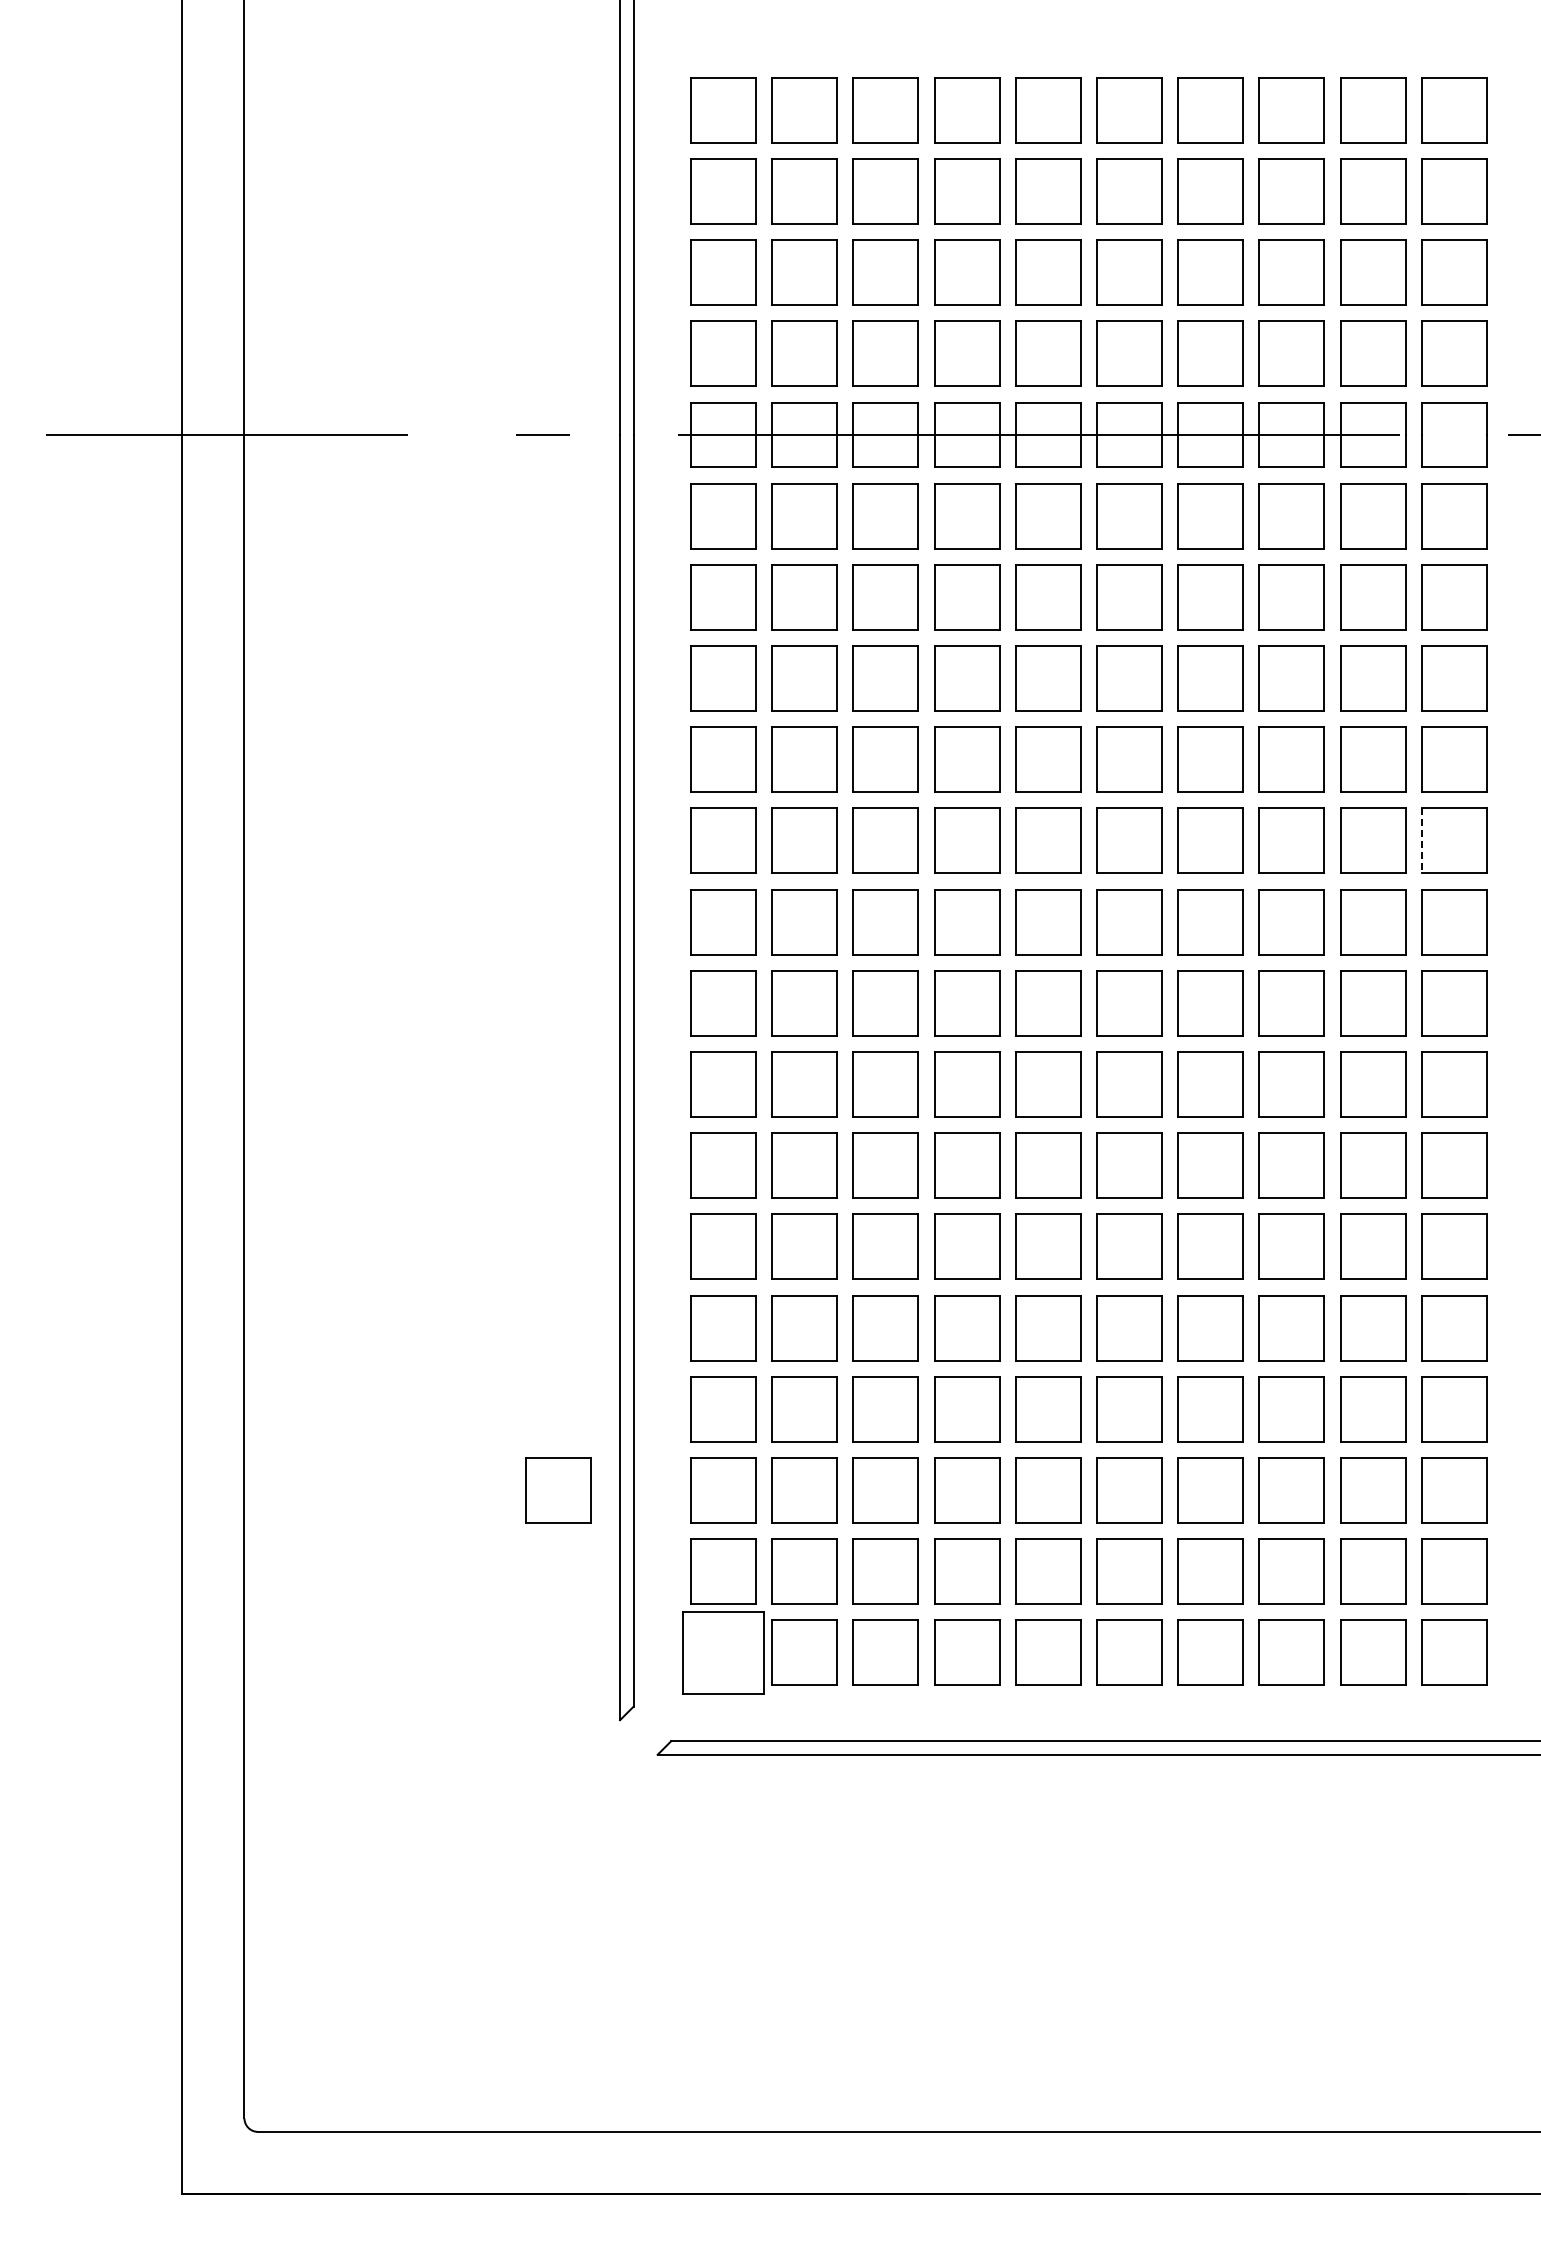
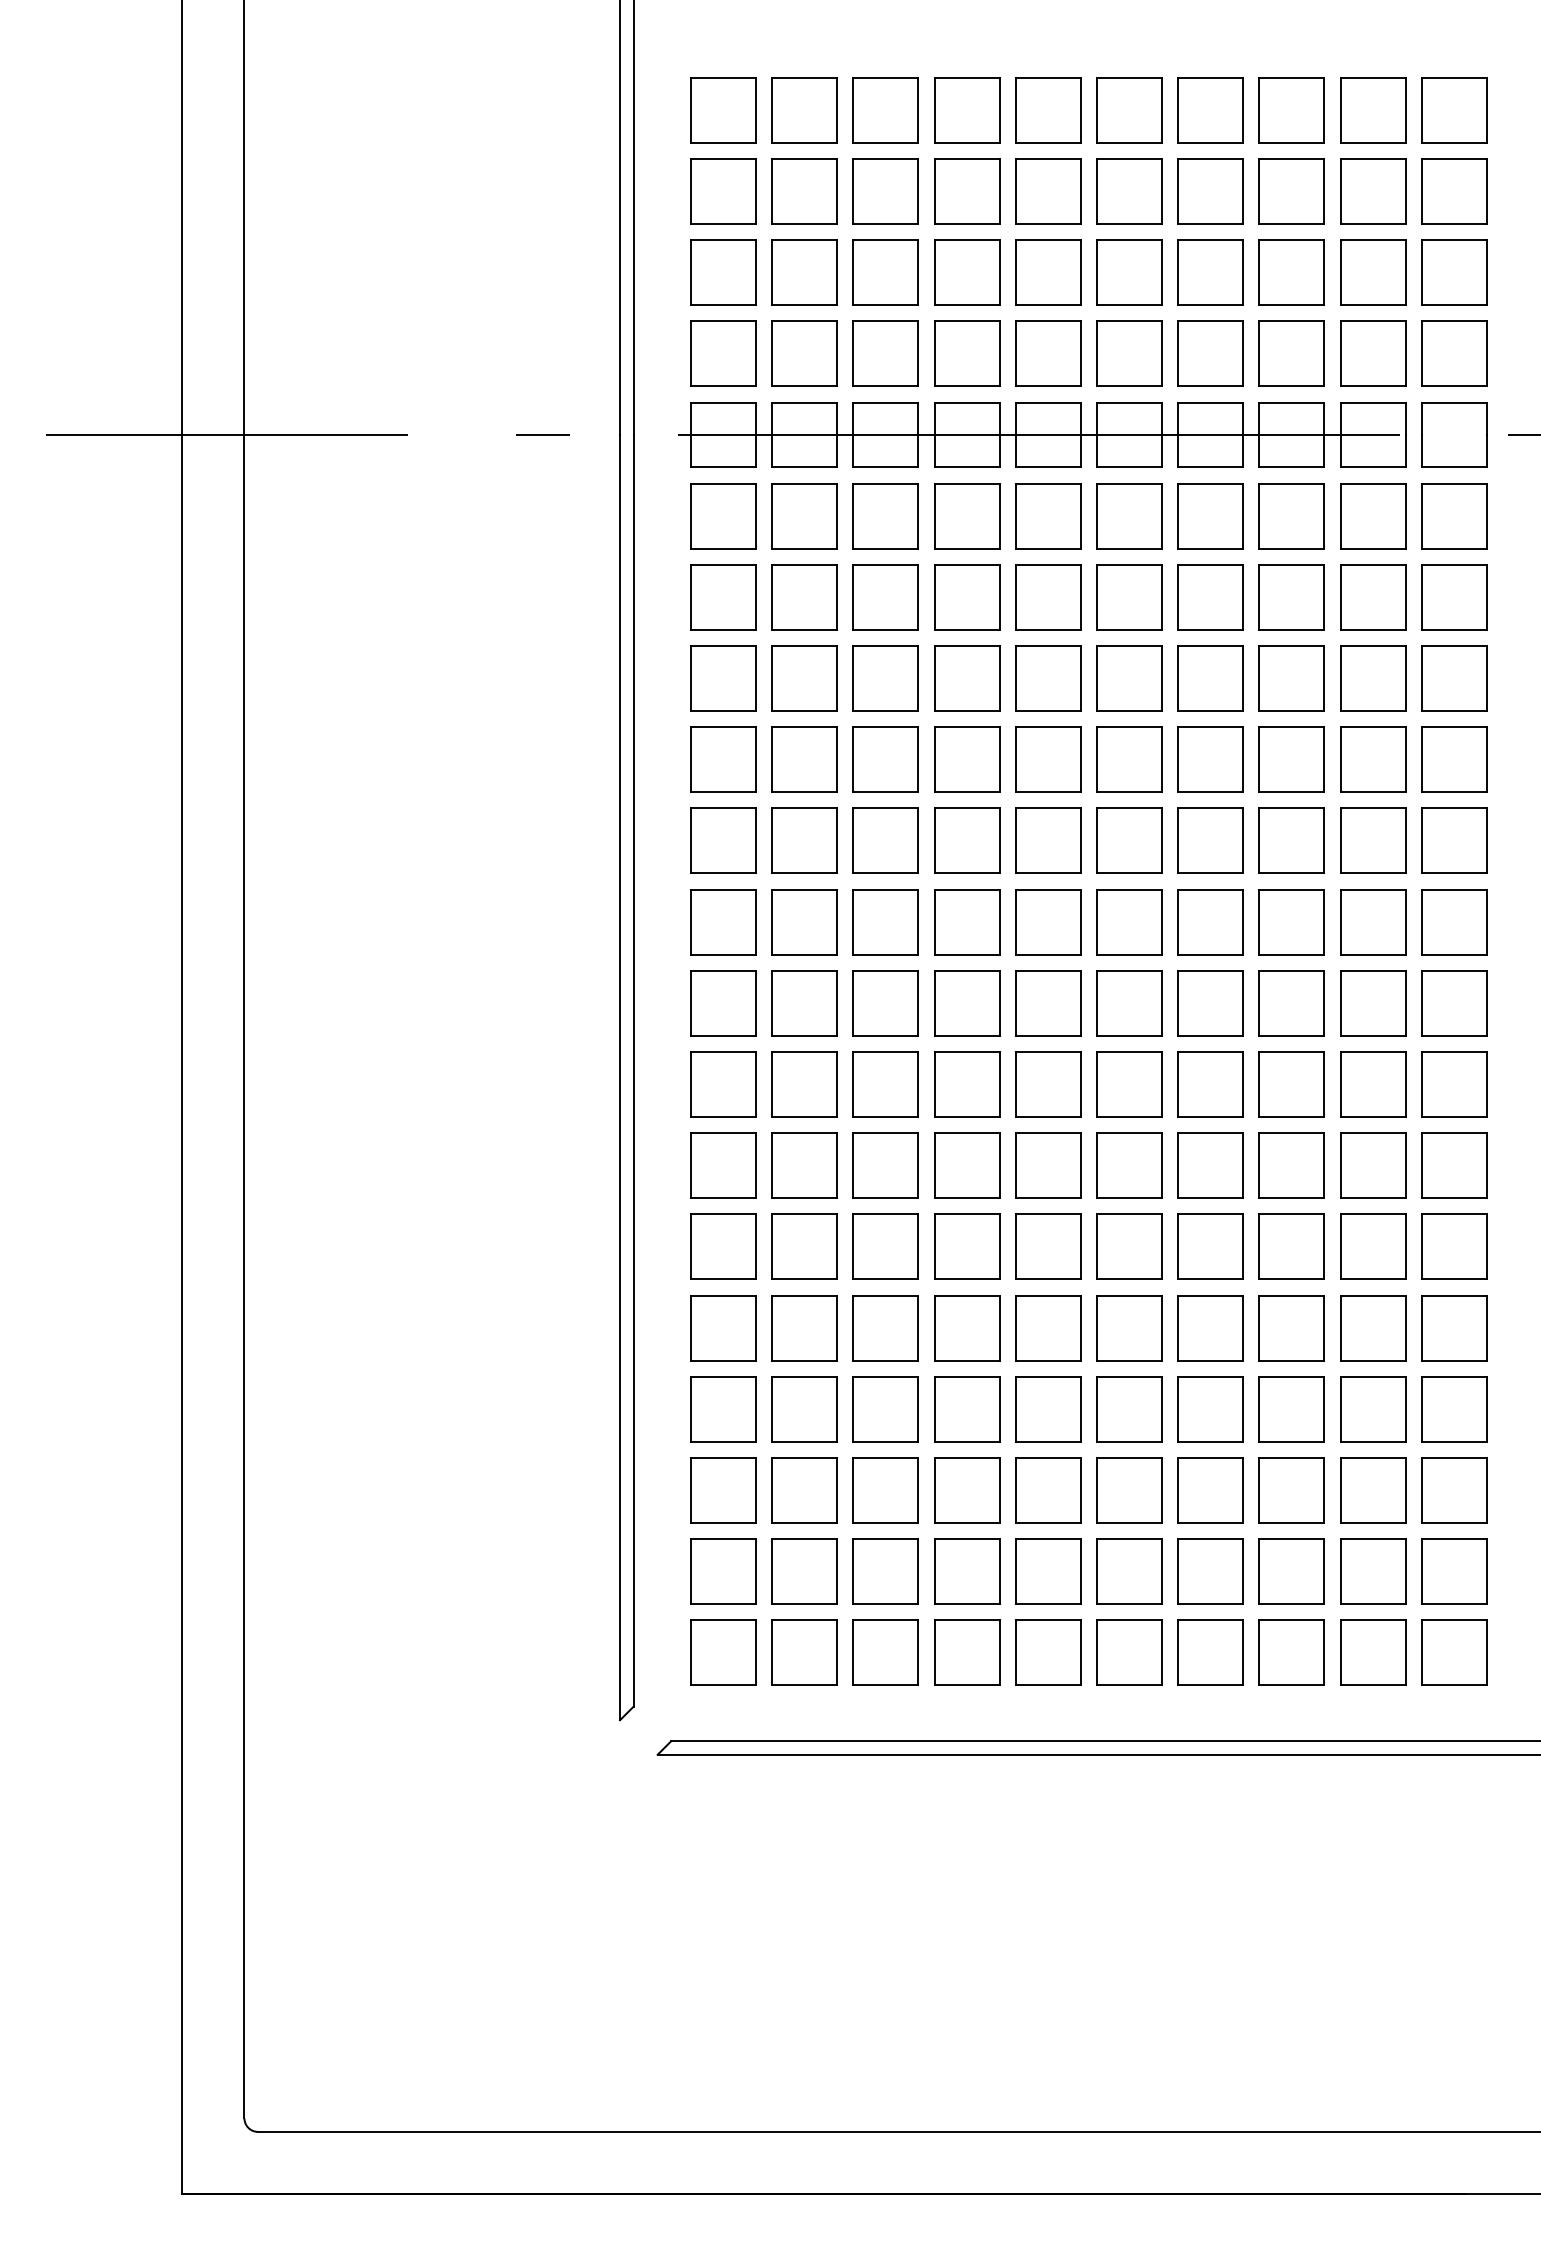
line at (1421, 841): dashed -> solid
part at (558, 1490): present -> none
part at (723, 1652) size: 83x84 px -> 67x67 px
